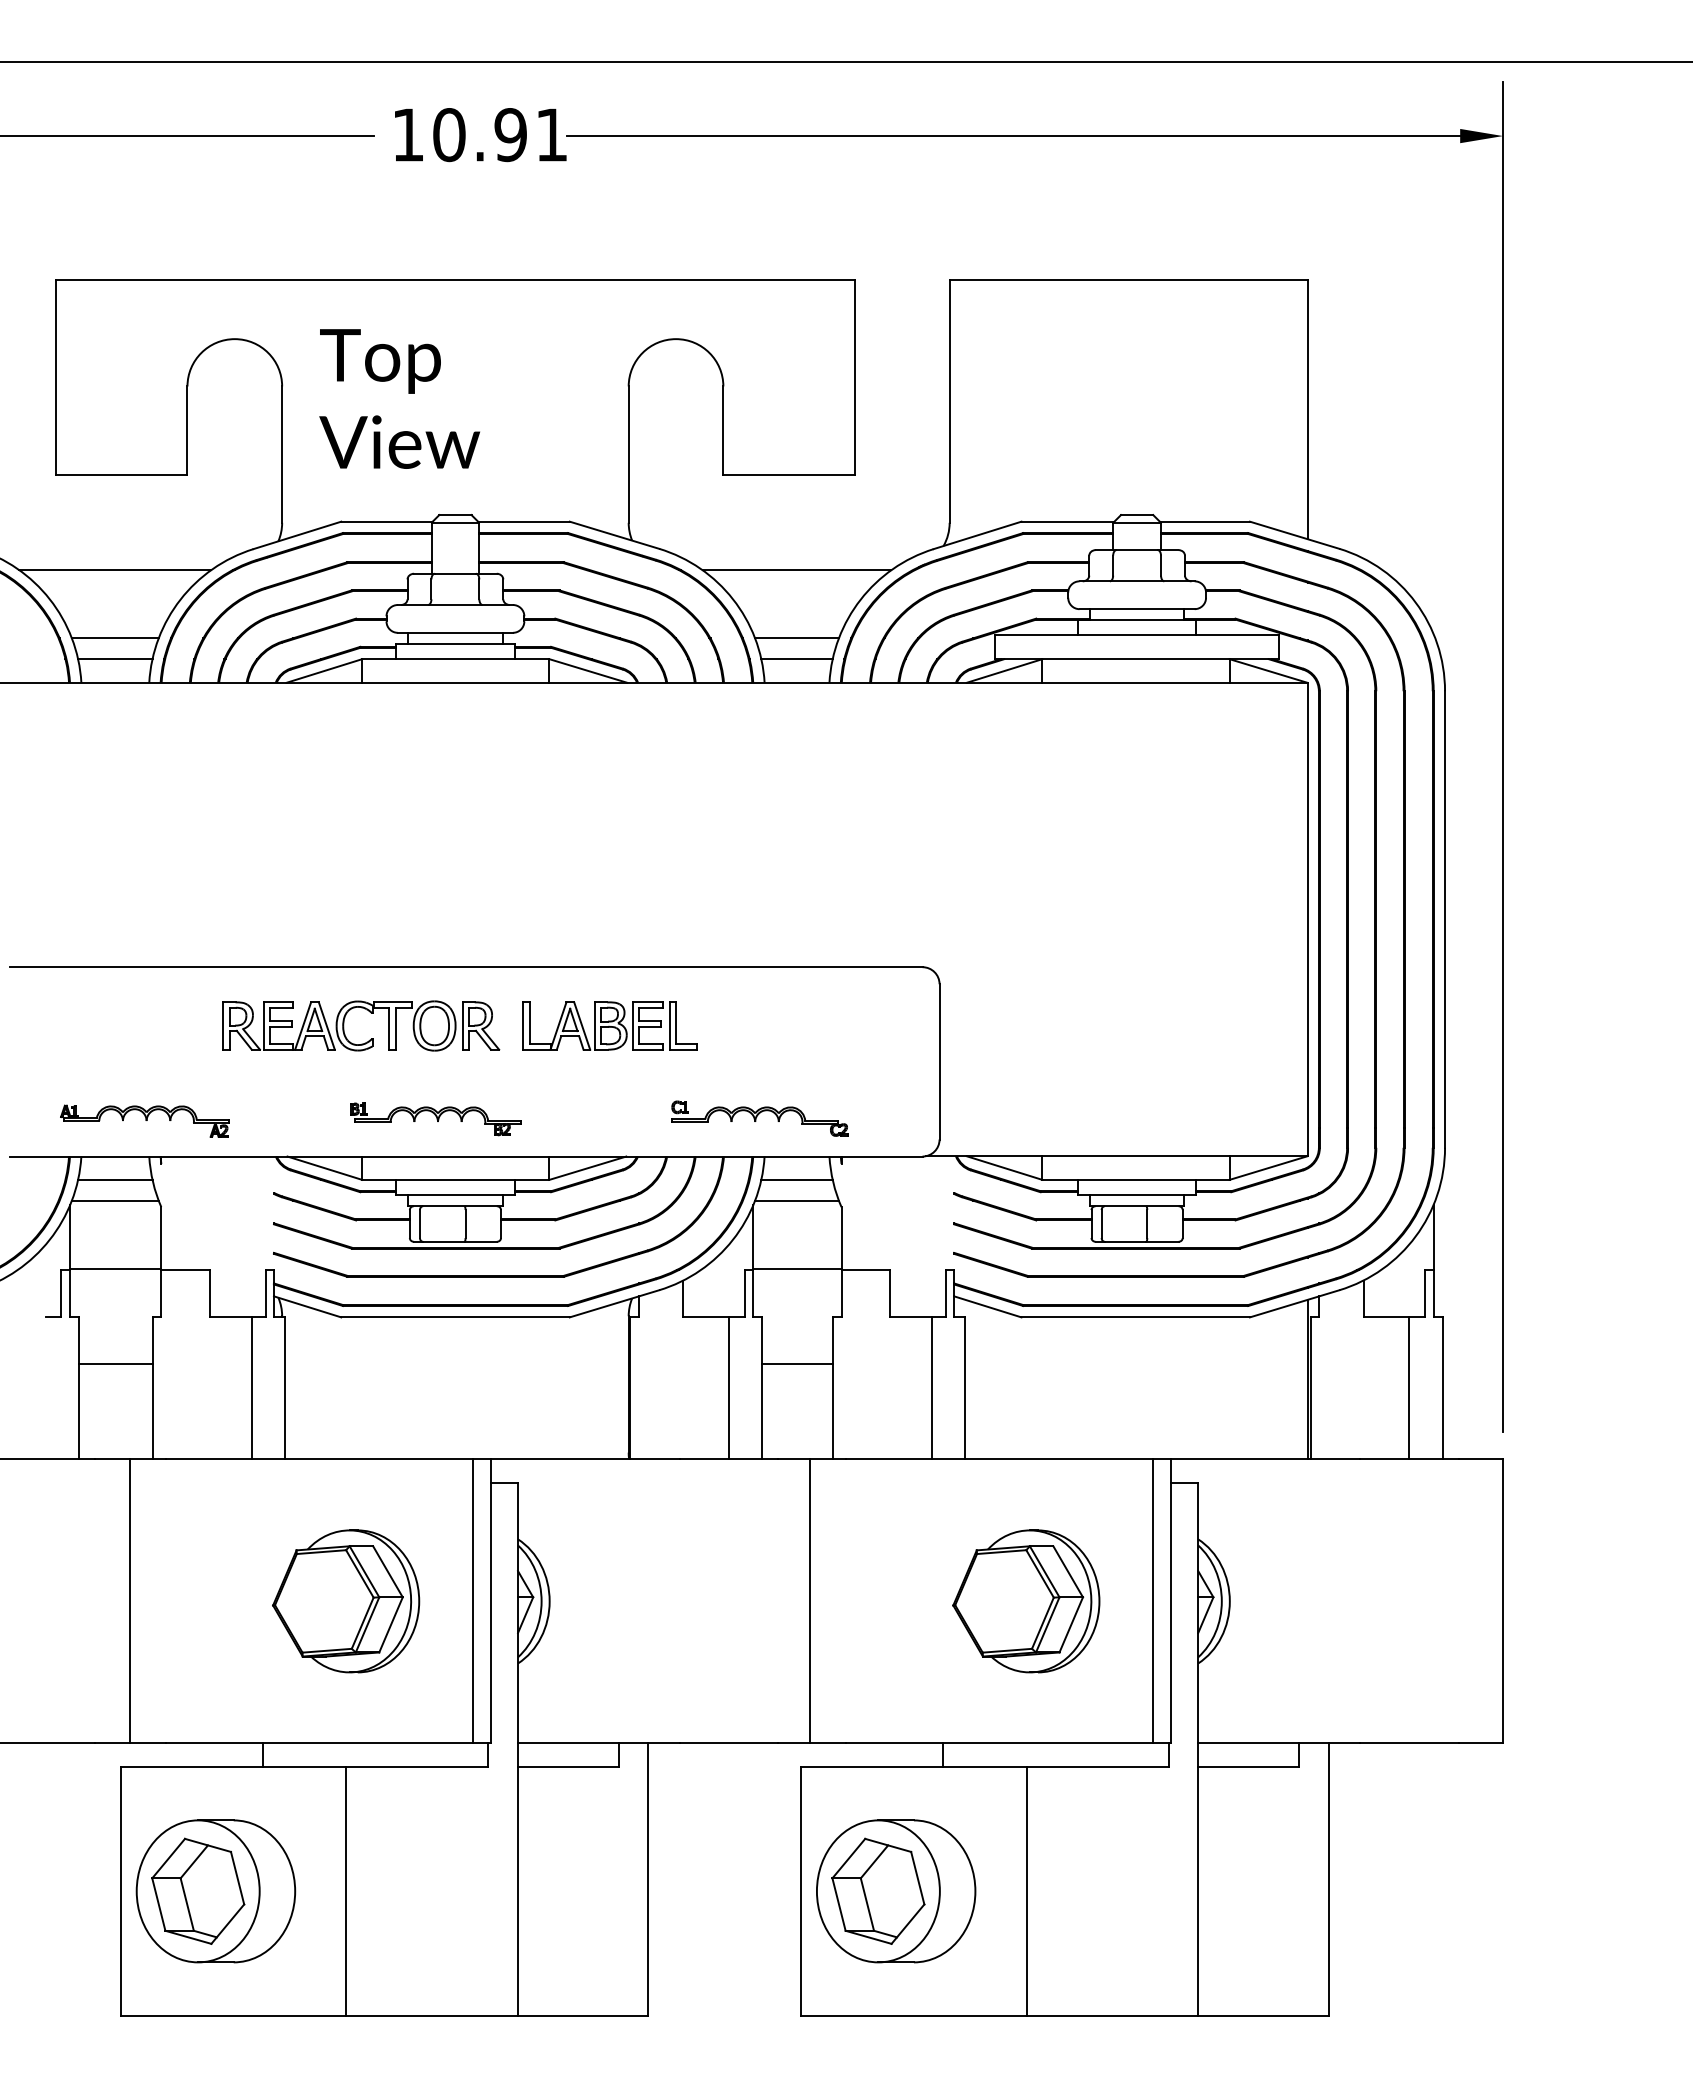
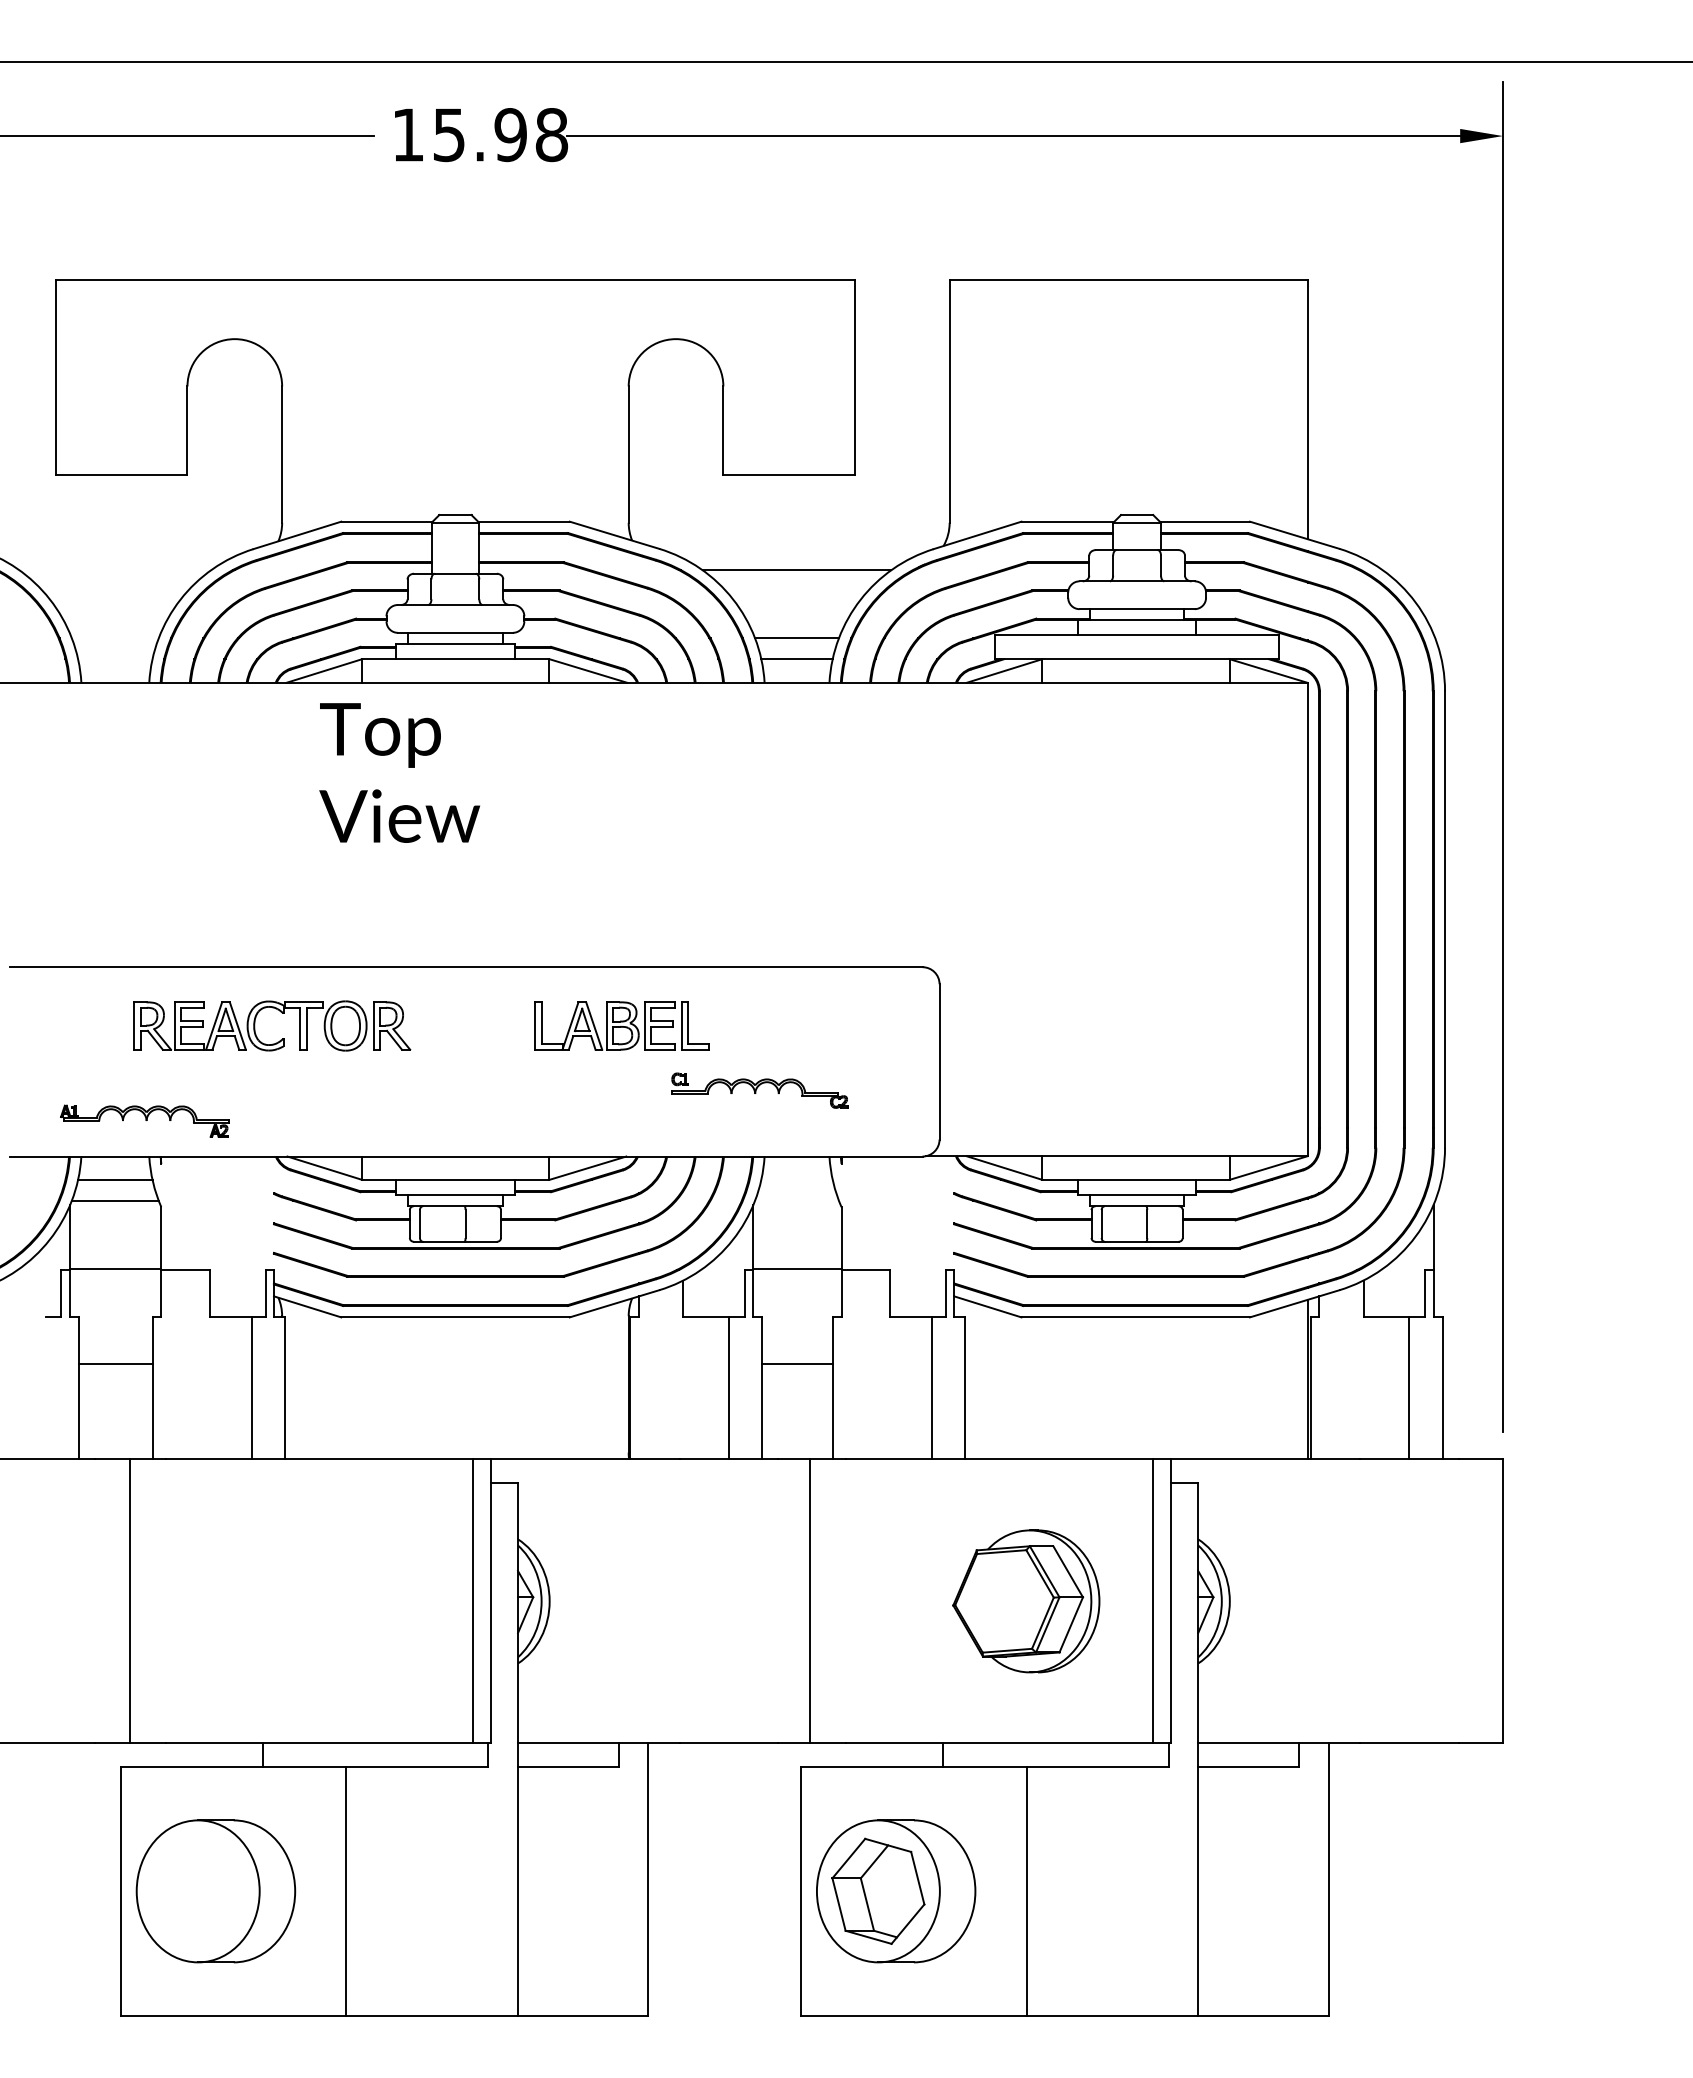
text at (500, 135): 10.91 -> 15.98
text at (399, 398) position: (399, 398) -> (399, 772)
line at (115, 570): present -> none
line at (114, 638): present -> none
line at (115, 659): present -> none
part at (369, 1012) position: (369, 1012) -> (280, 1012)
part at (609, 1025) position: (609, 1025) -> (621, 1025)
part at (759, 1118) position: (759, 1118) -> (759, 1090)
part at (435, 1119): present -> none
line at (796, 1179): present -> none
line at (796, 1200): present -> none
part at (346, 1601): present -> none
part at (198, 1890): present -> none
